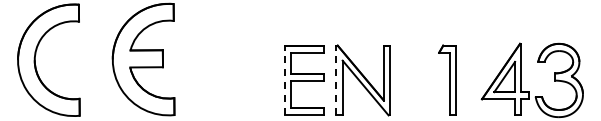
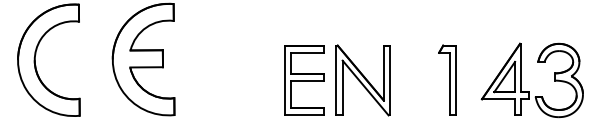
line at (284, 80): dashed -> solid
line at (336, 80): dashed -> solid
